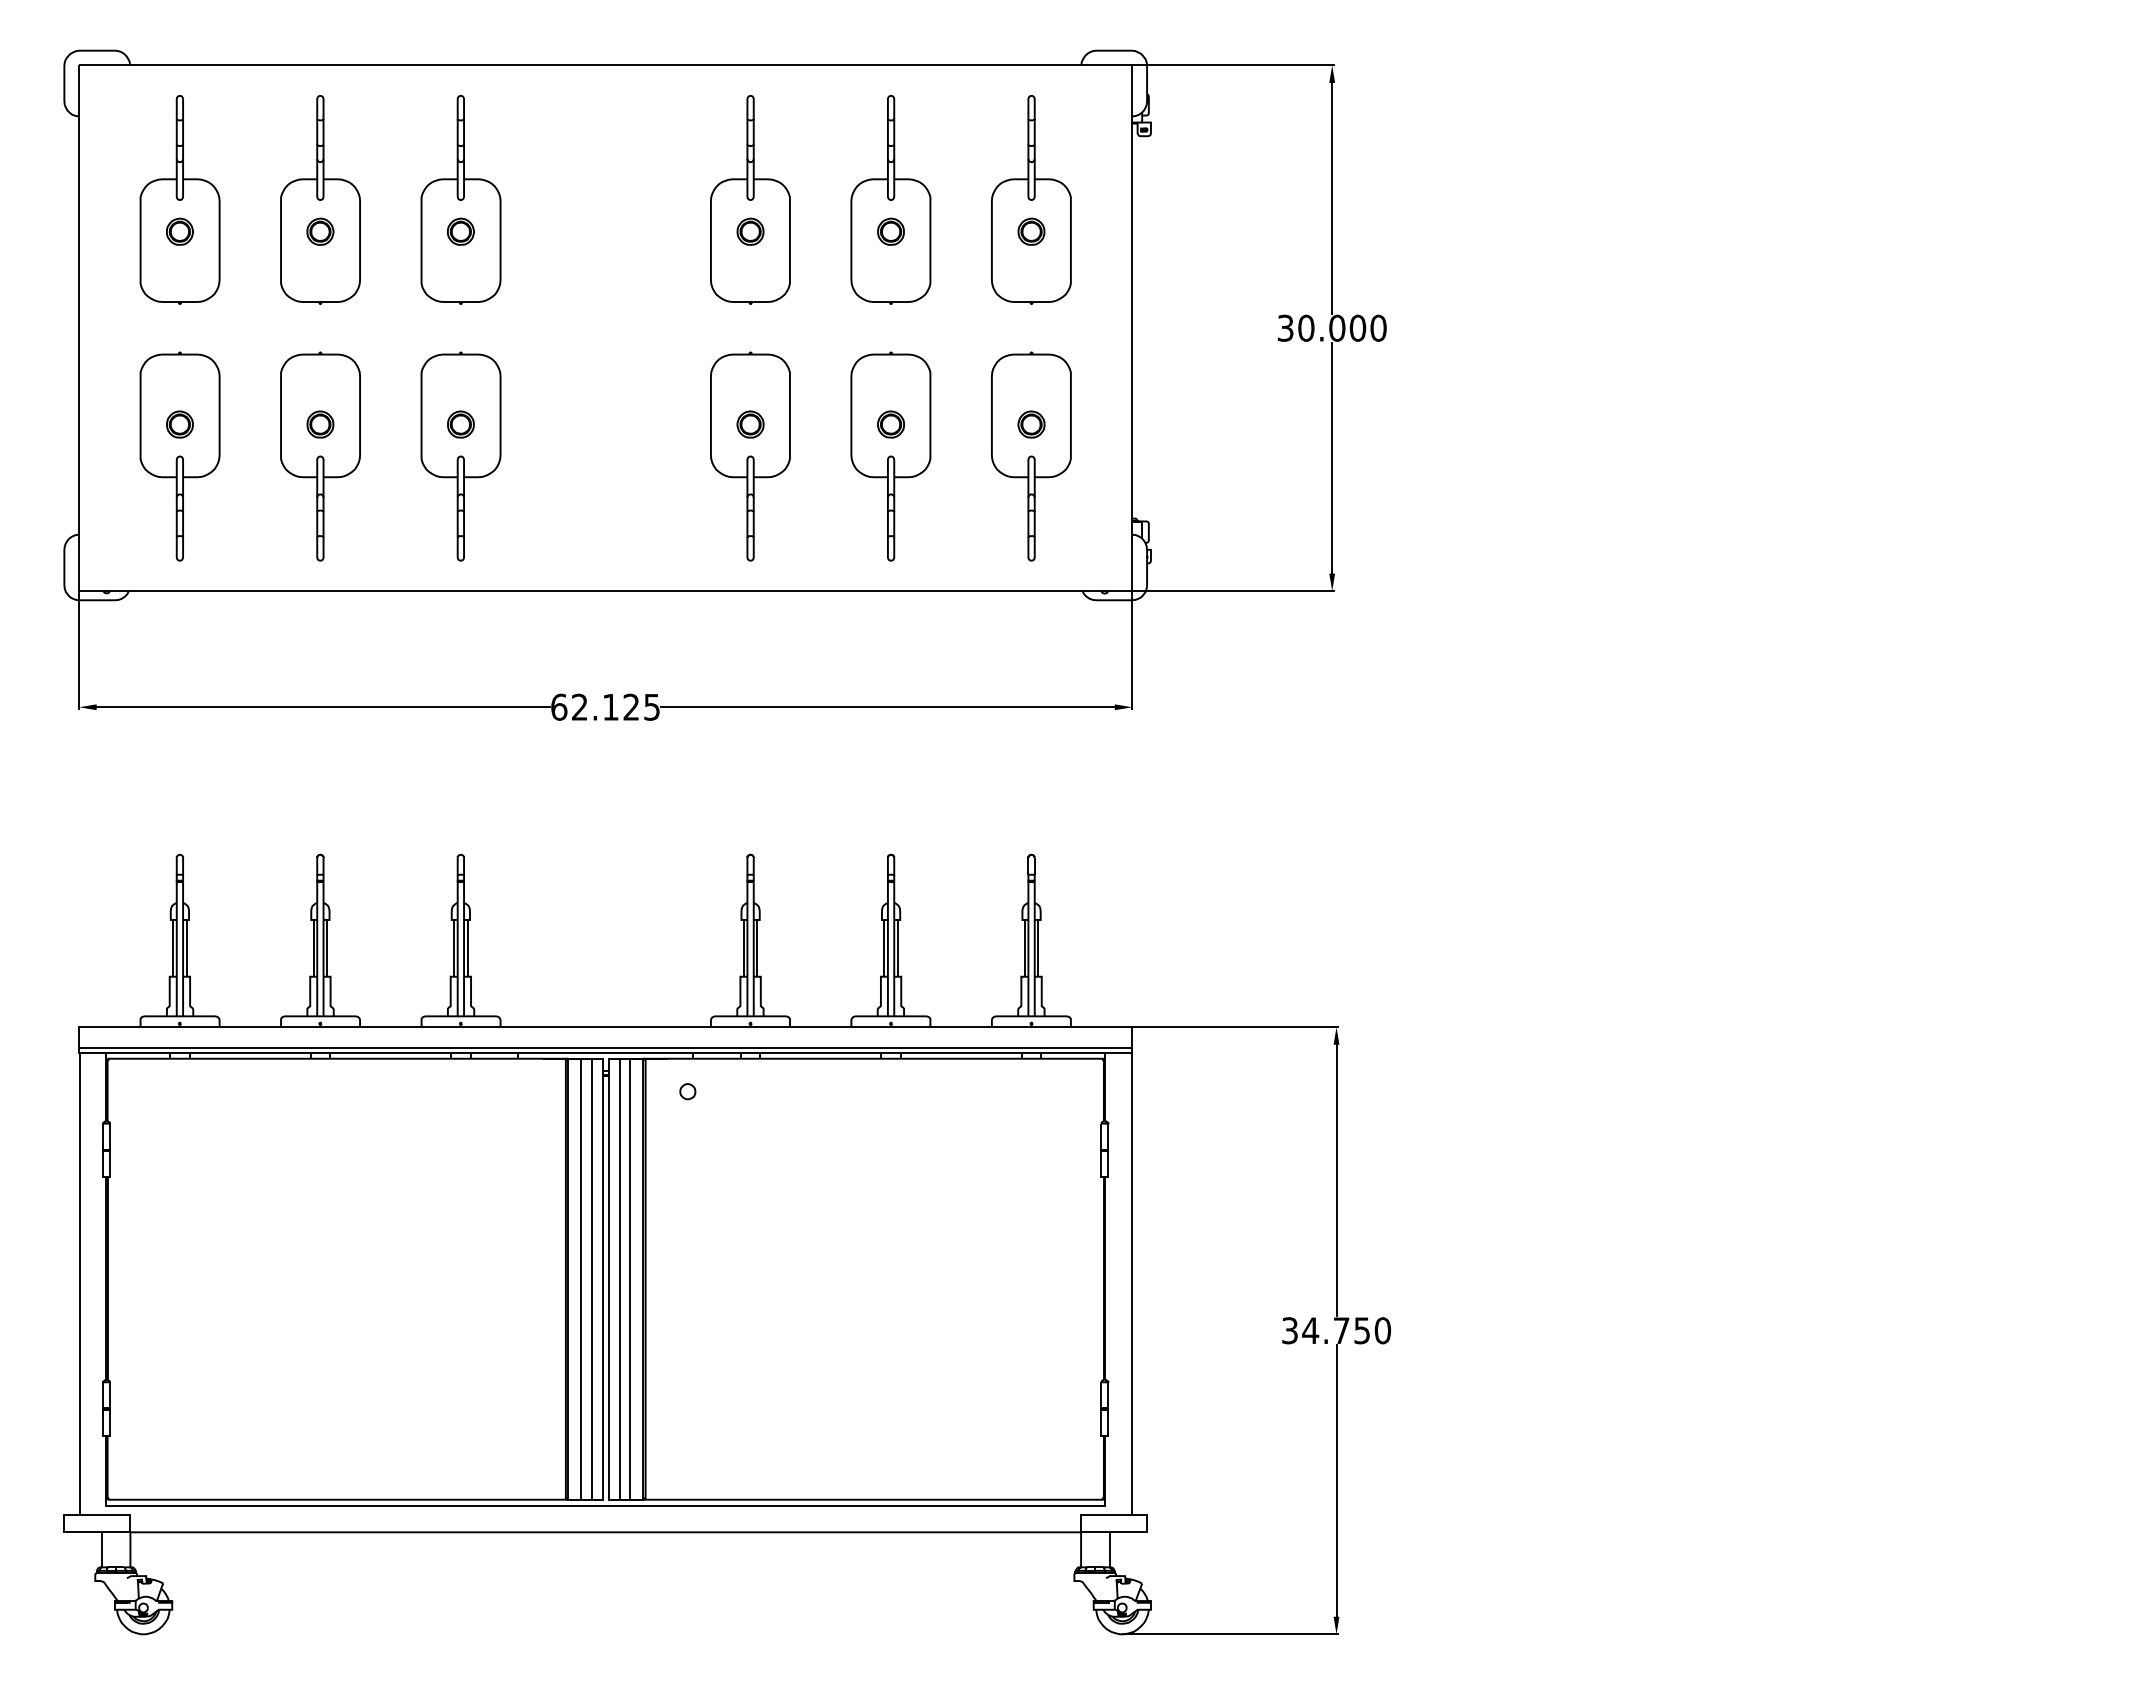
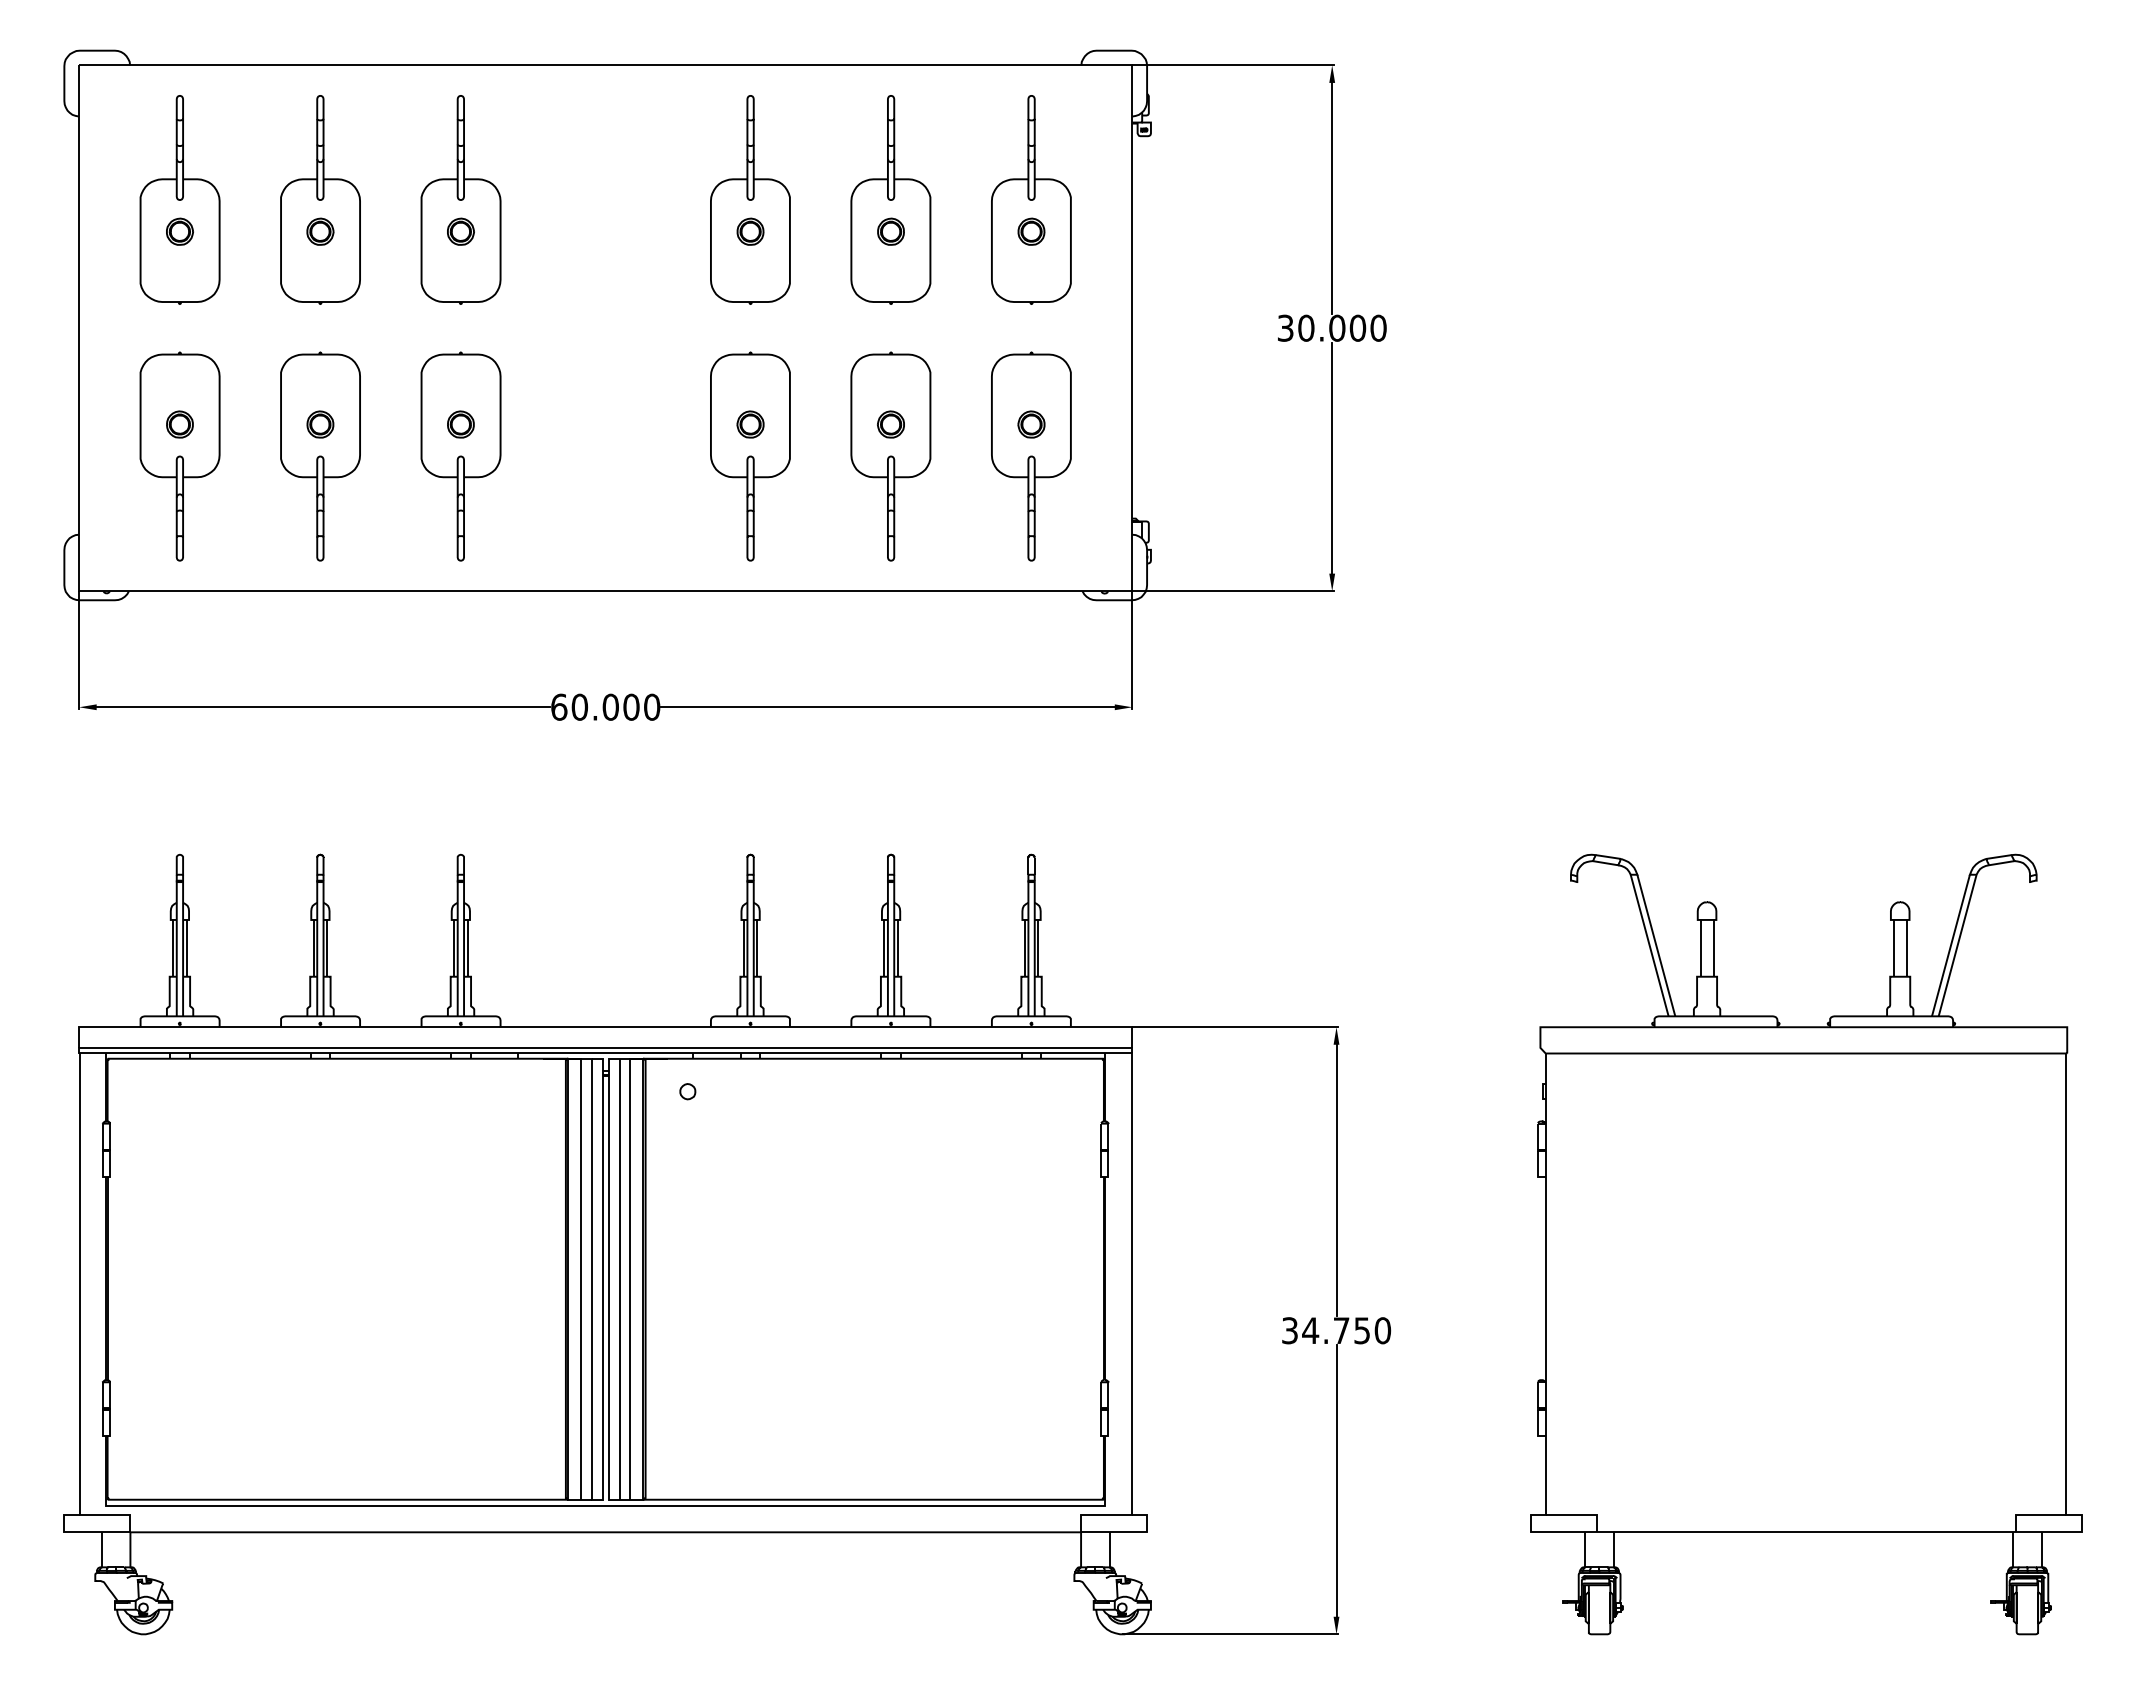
text at (615, 706): 62.125 -> 60.000
part at (1806, 1244): none -> present
